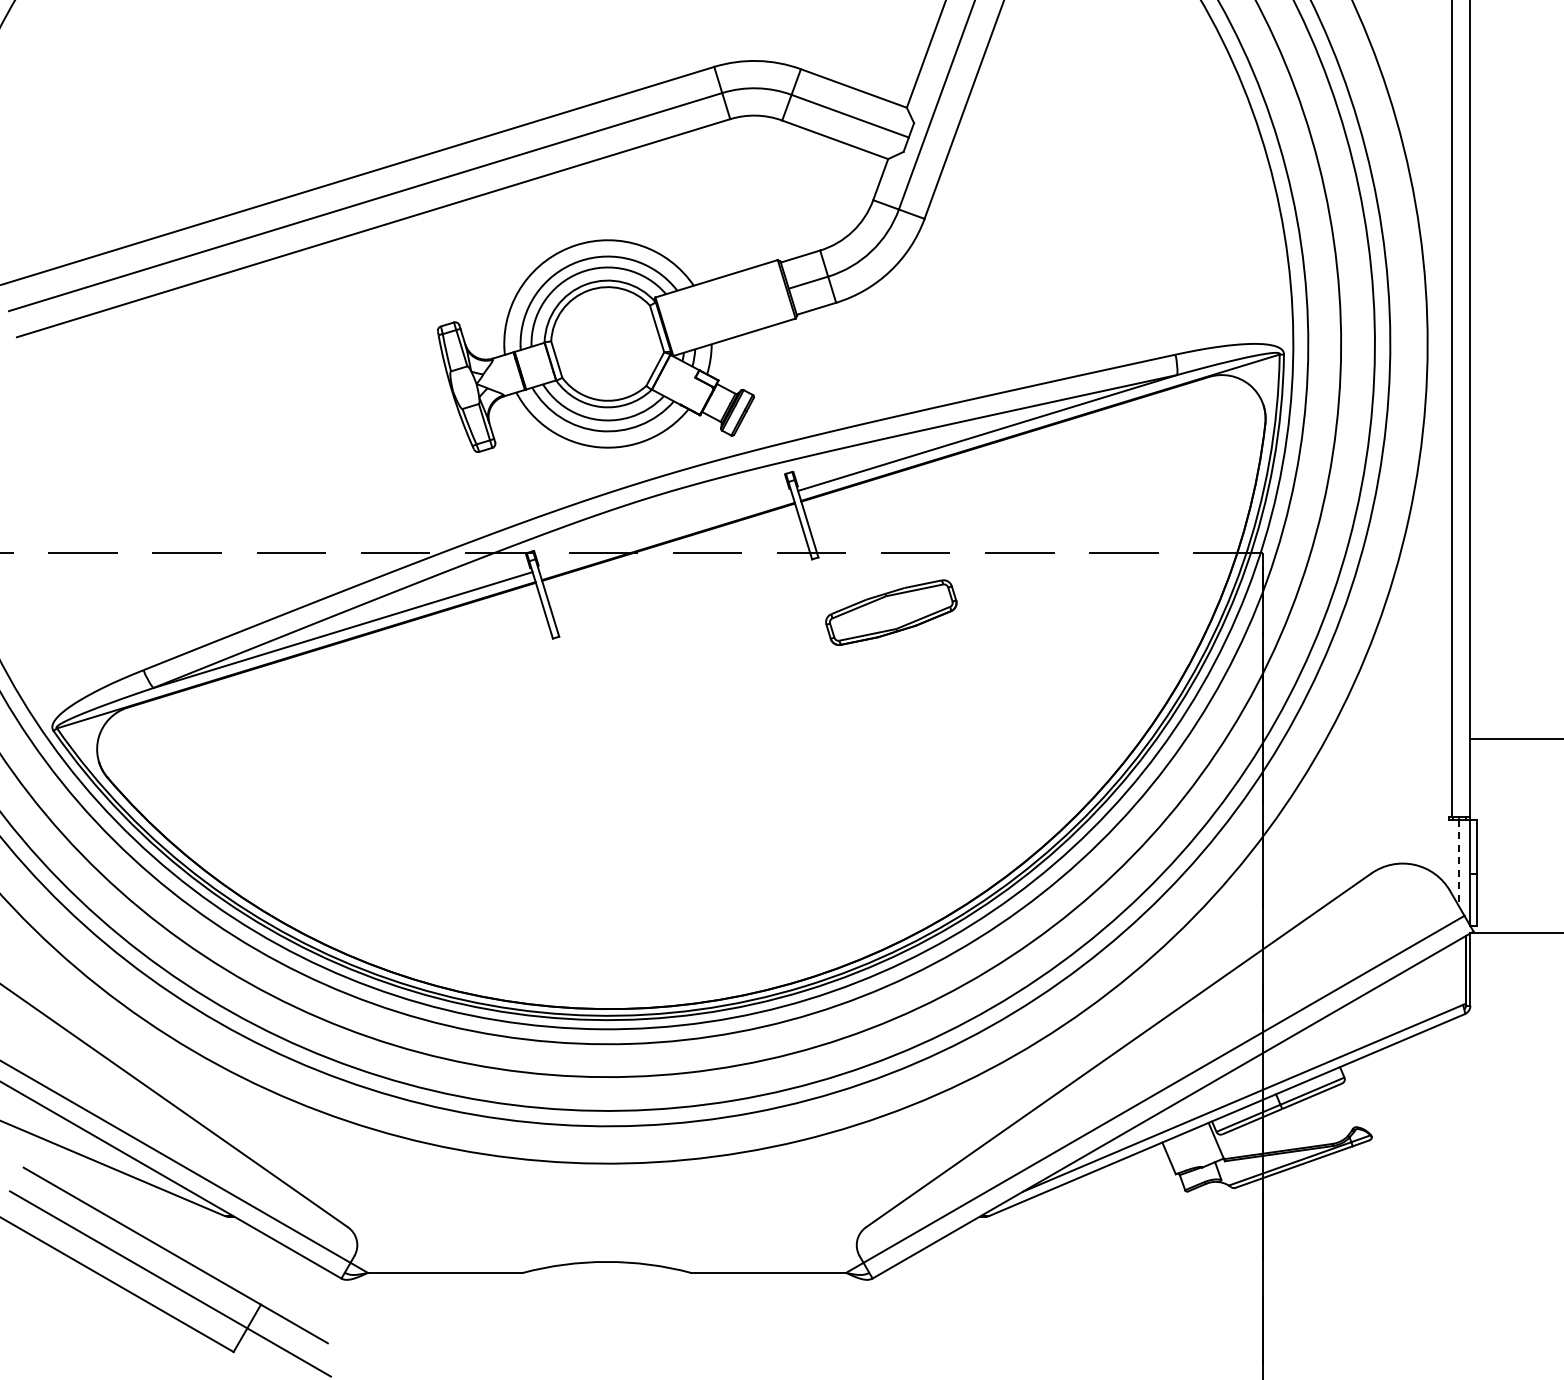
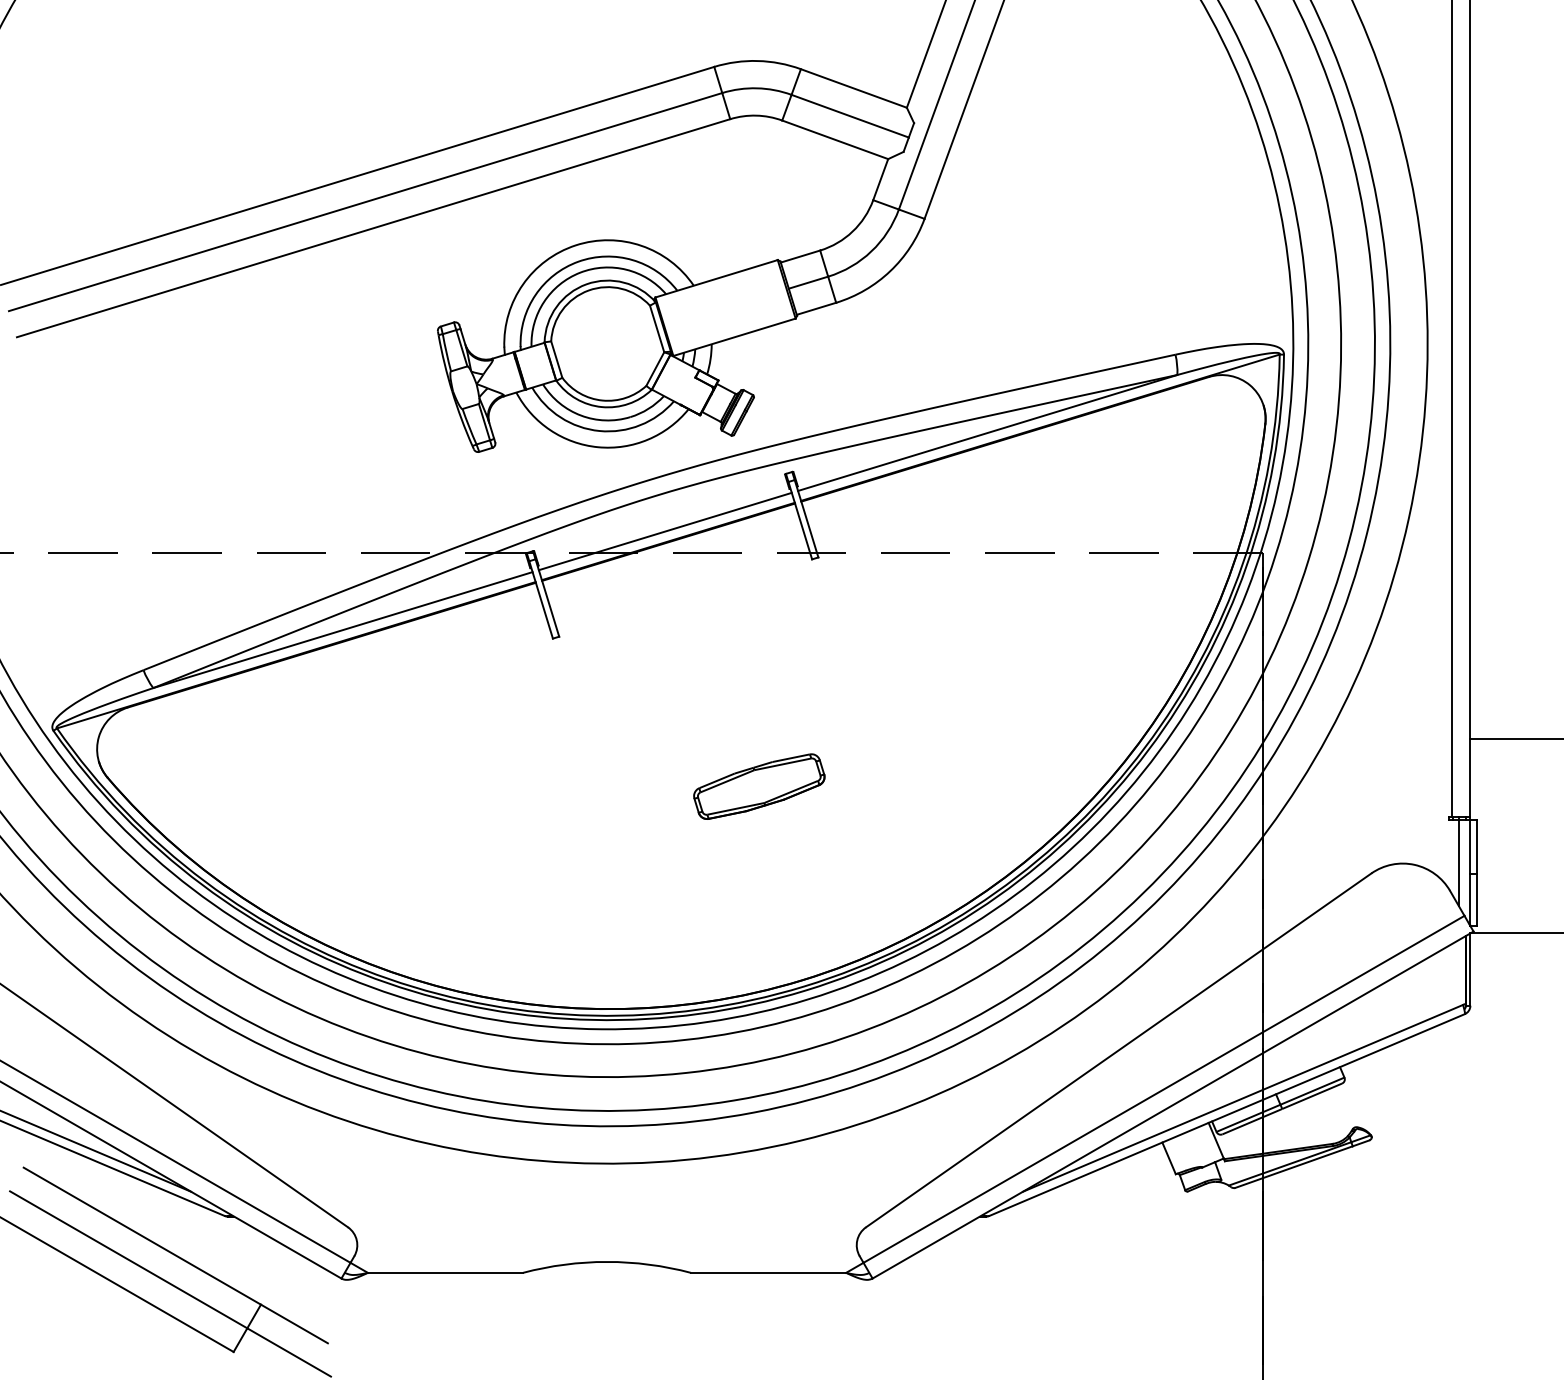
line at (664, 531): none -> present
part at (891, 612) position: (891, 612) -> (759, 786)
line at (1458, 863): dashed -> solid
line at (96, 1151): none -> present
